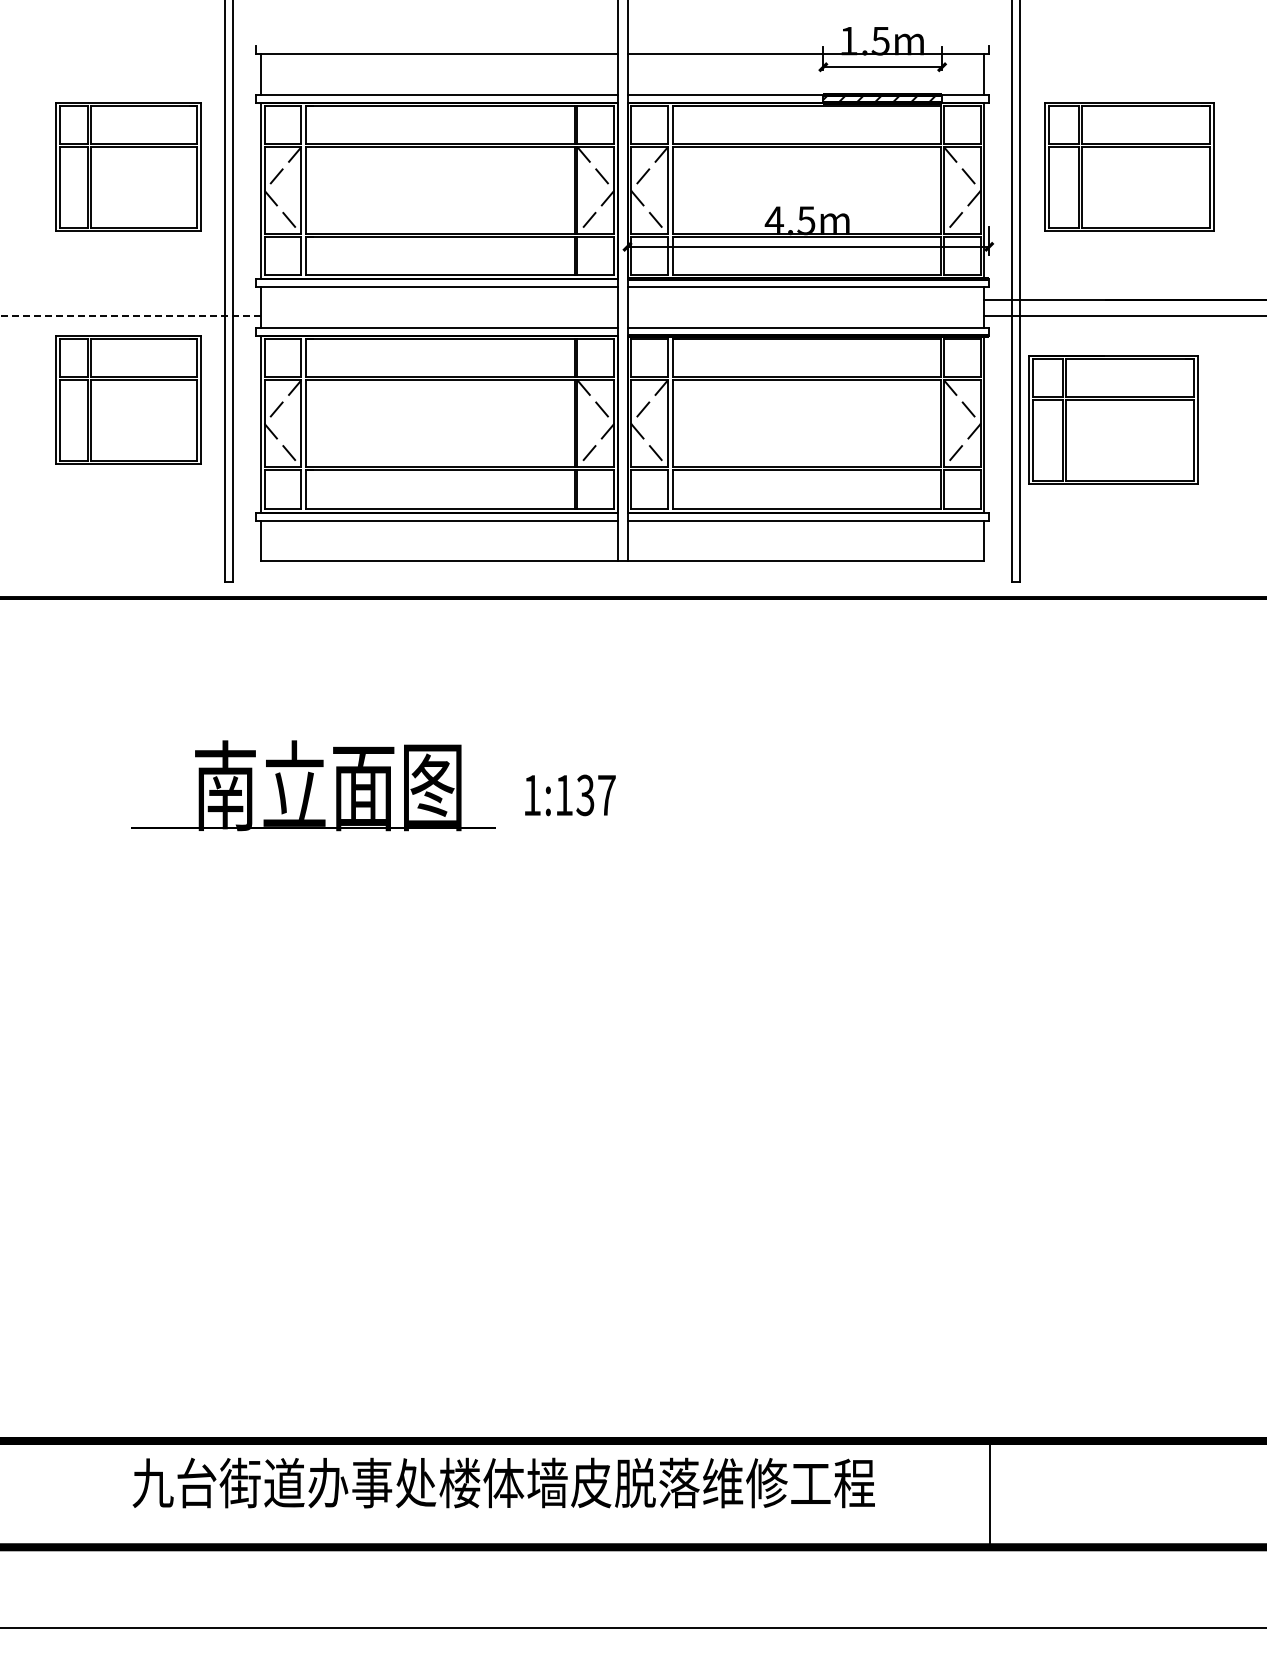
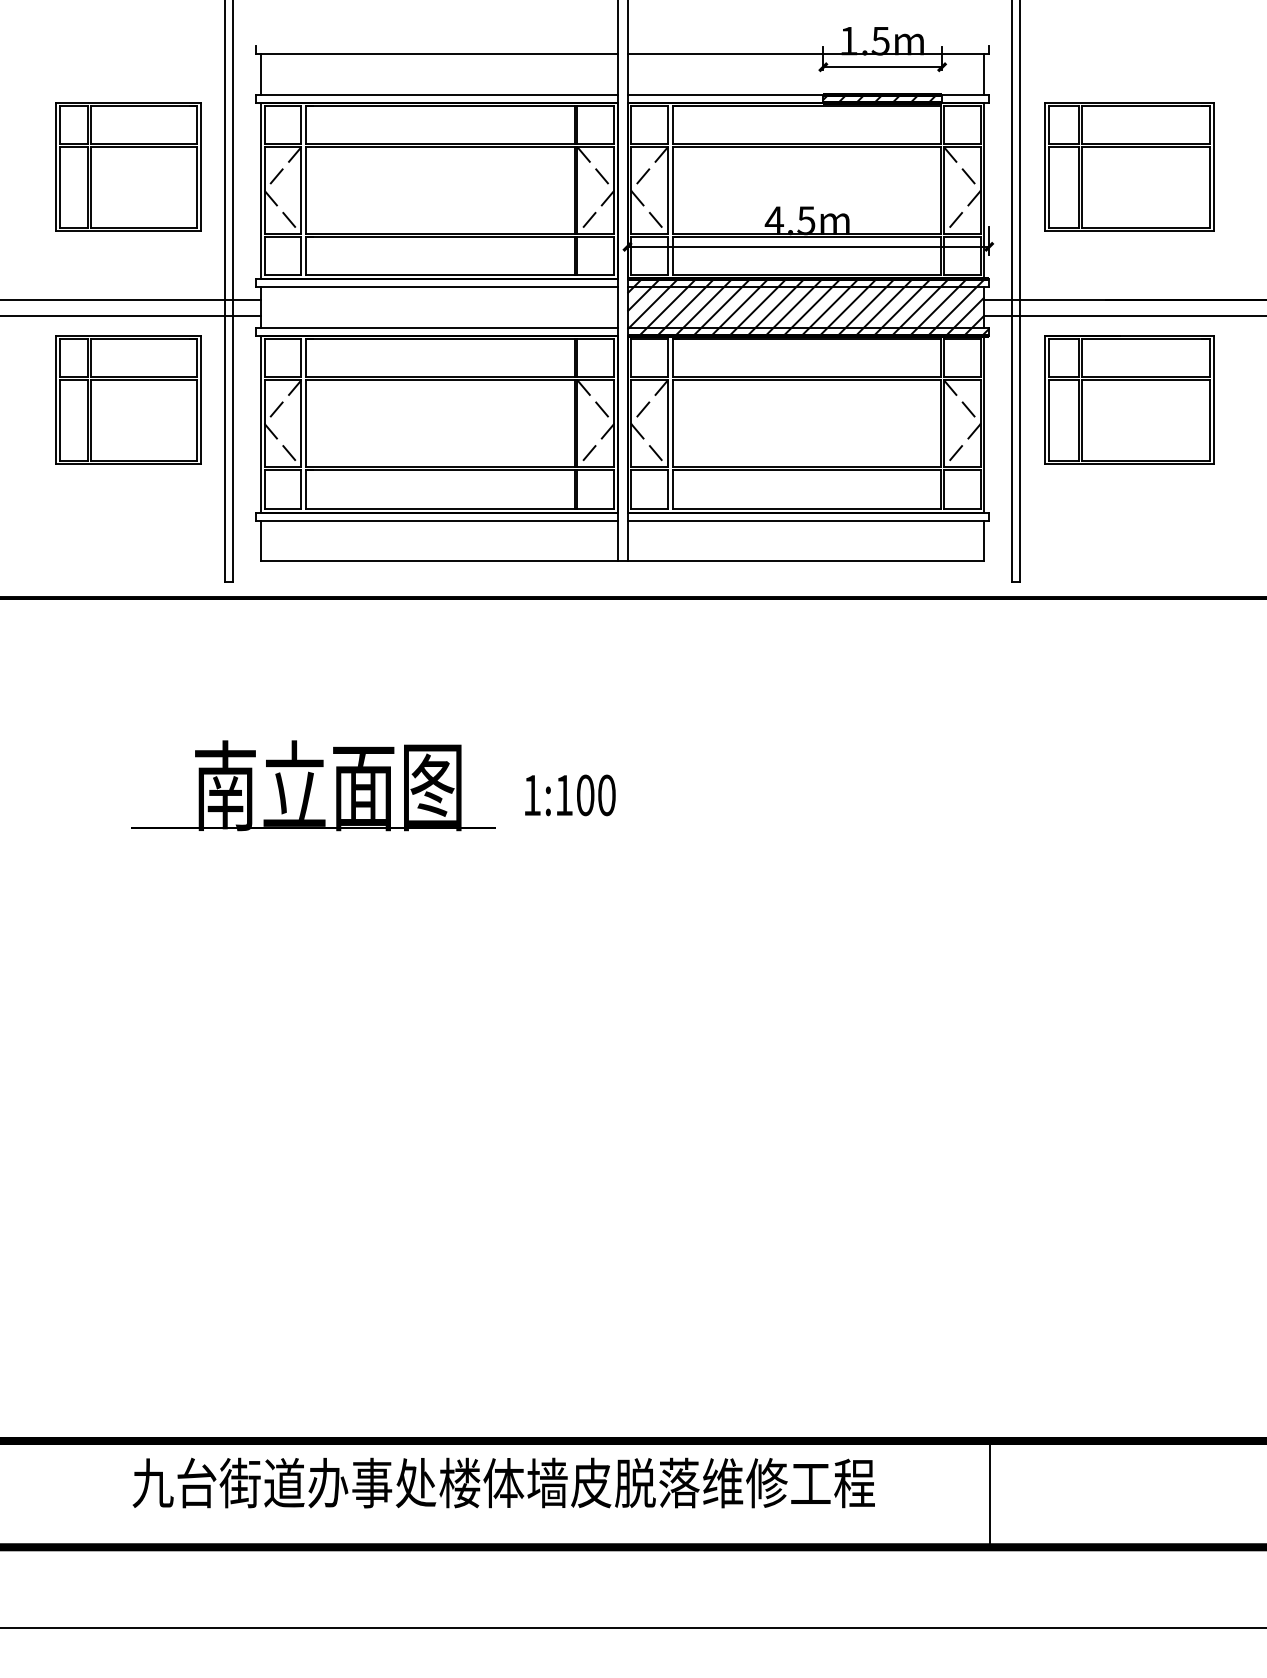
line at (131, 299): none -> present
hatch at (808, 307): none -> present
line at (130, 316): dashed -> solid
part at (1113, 419) position: (1113, 419) -> (1129, 399)
text at (595, 795): 1:137 -> 1:100
